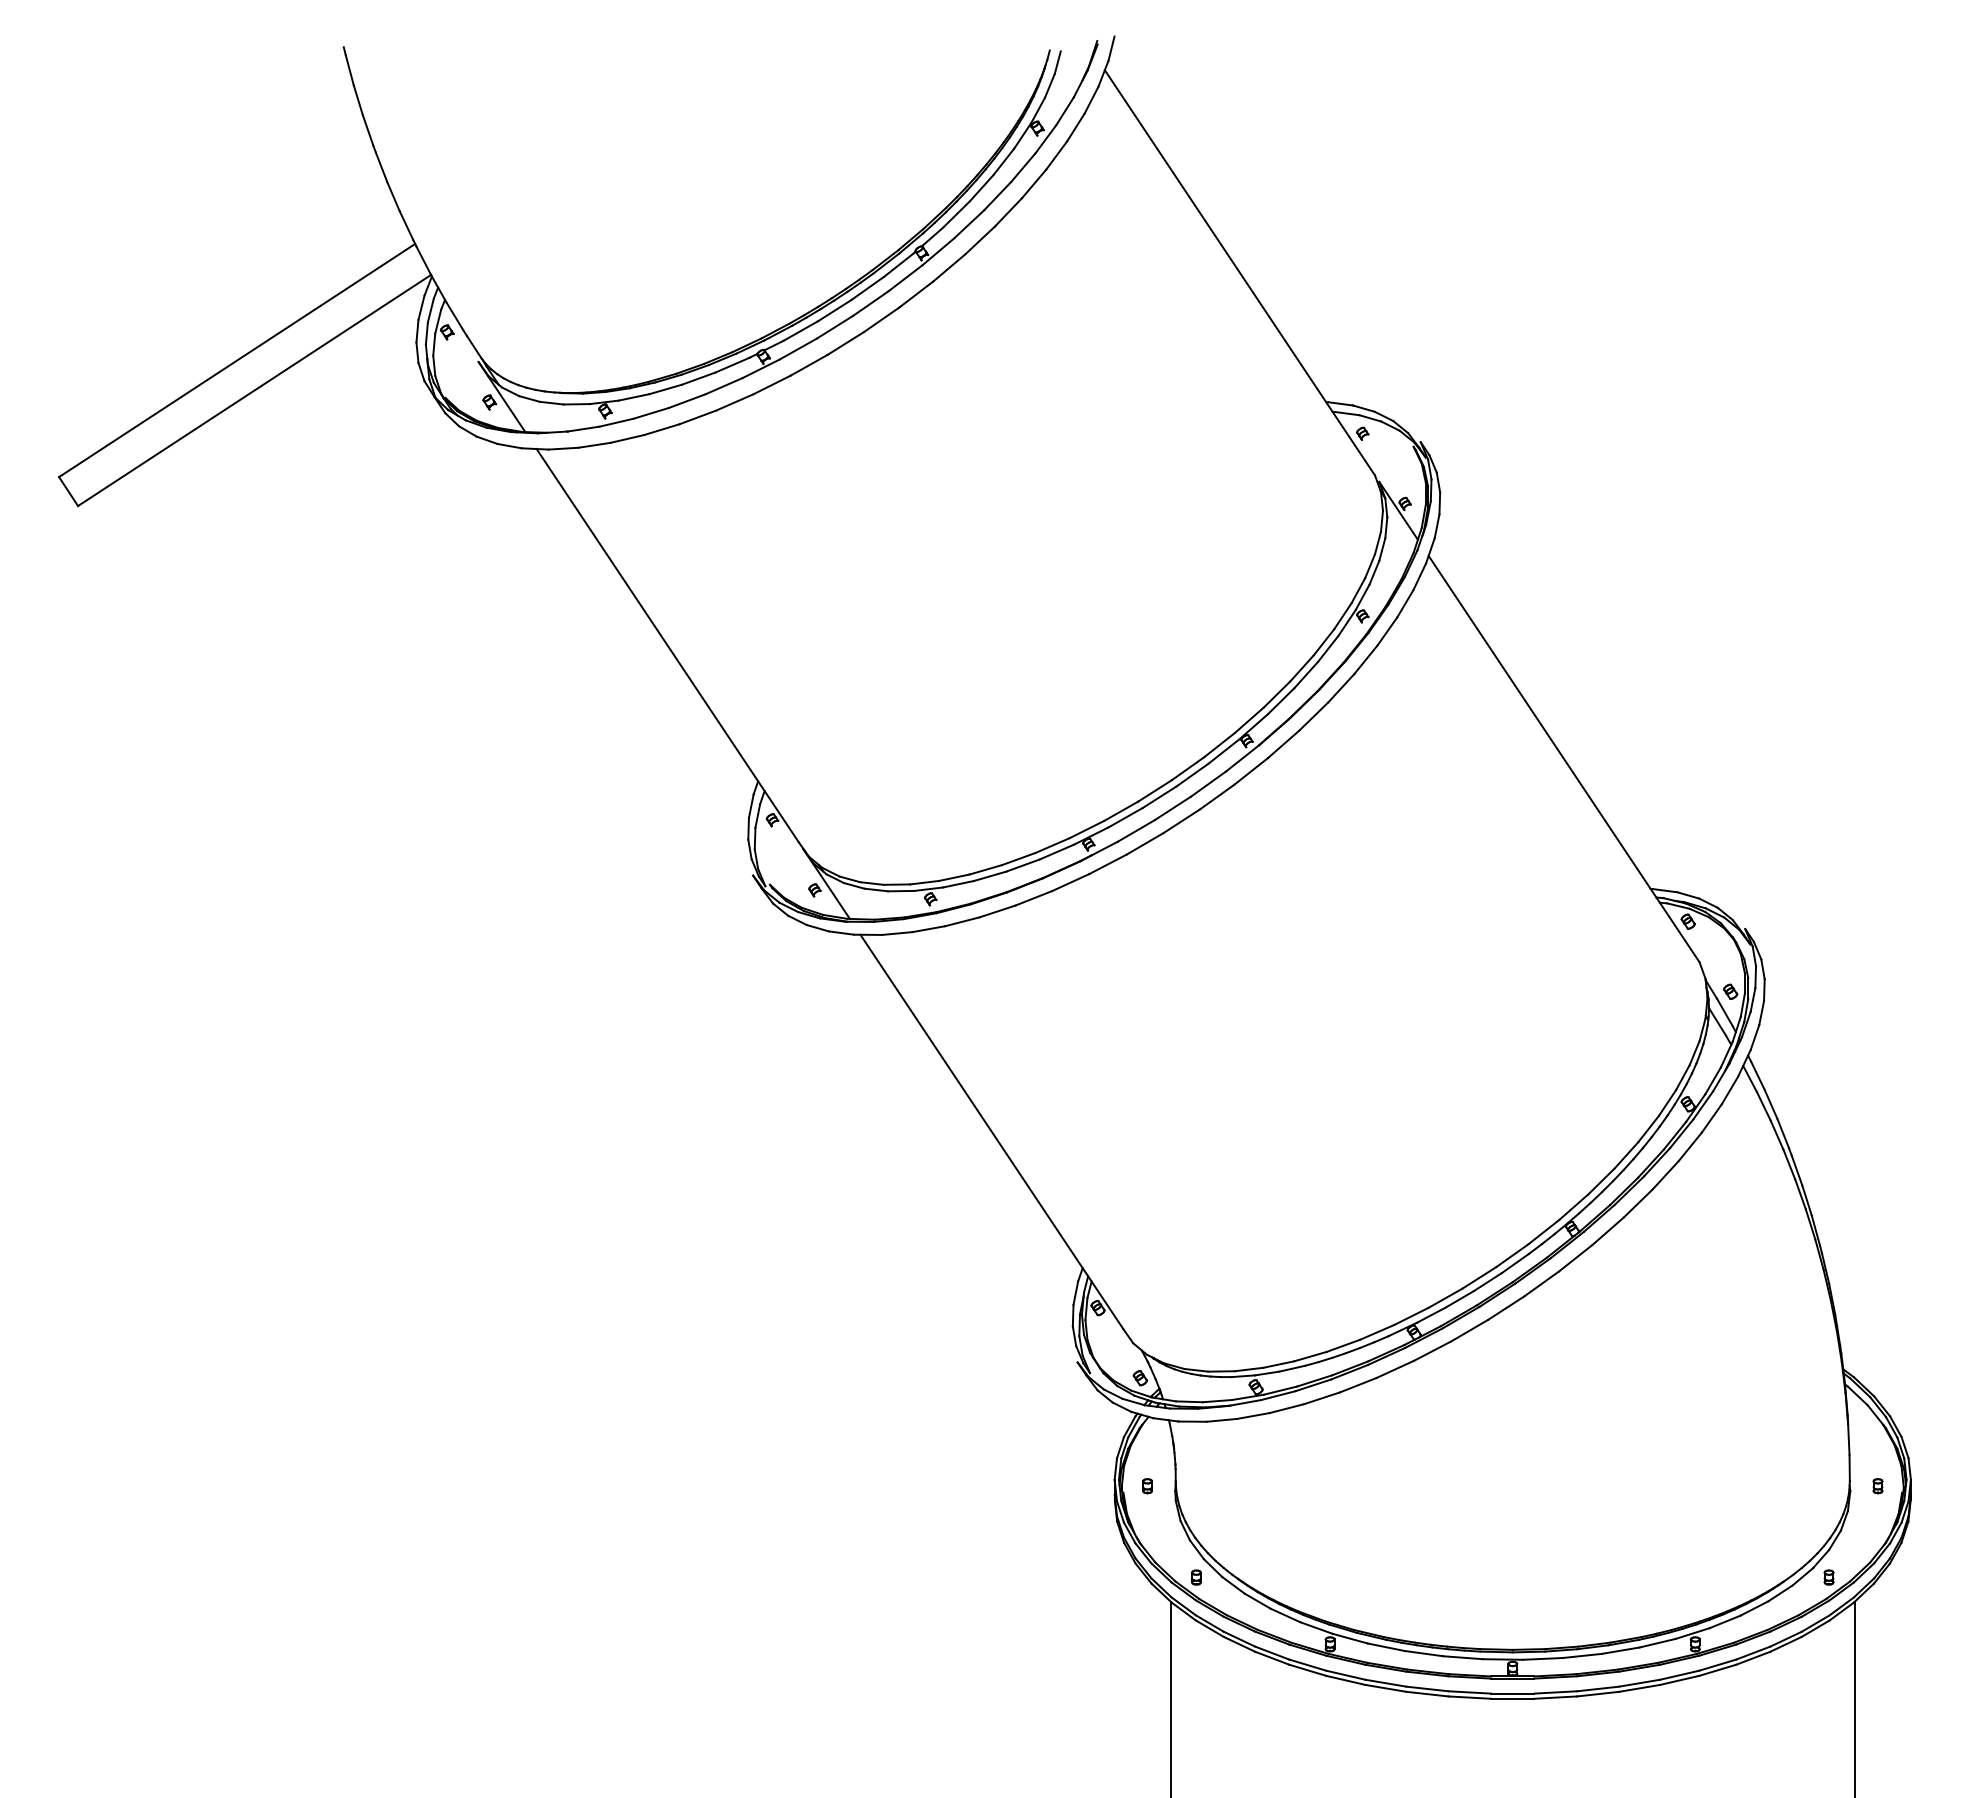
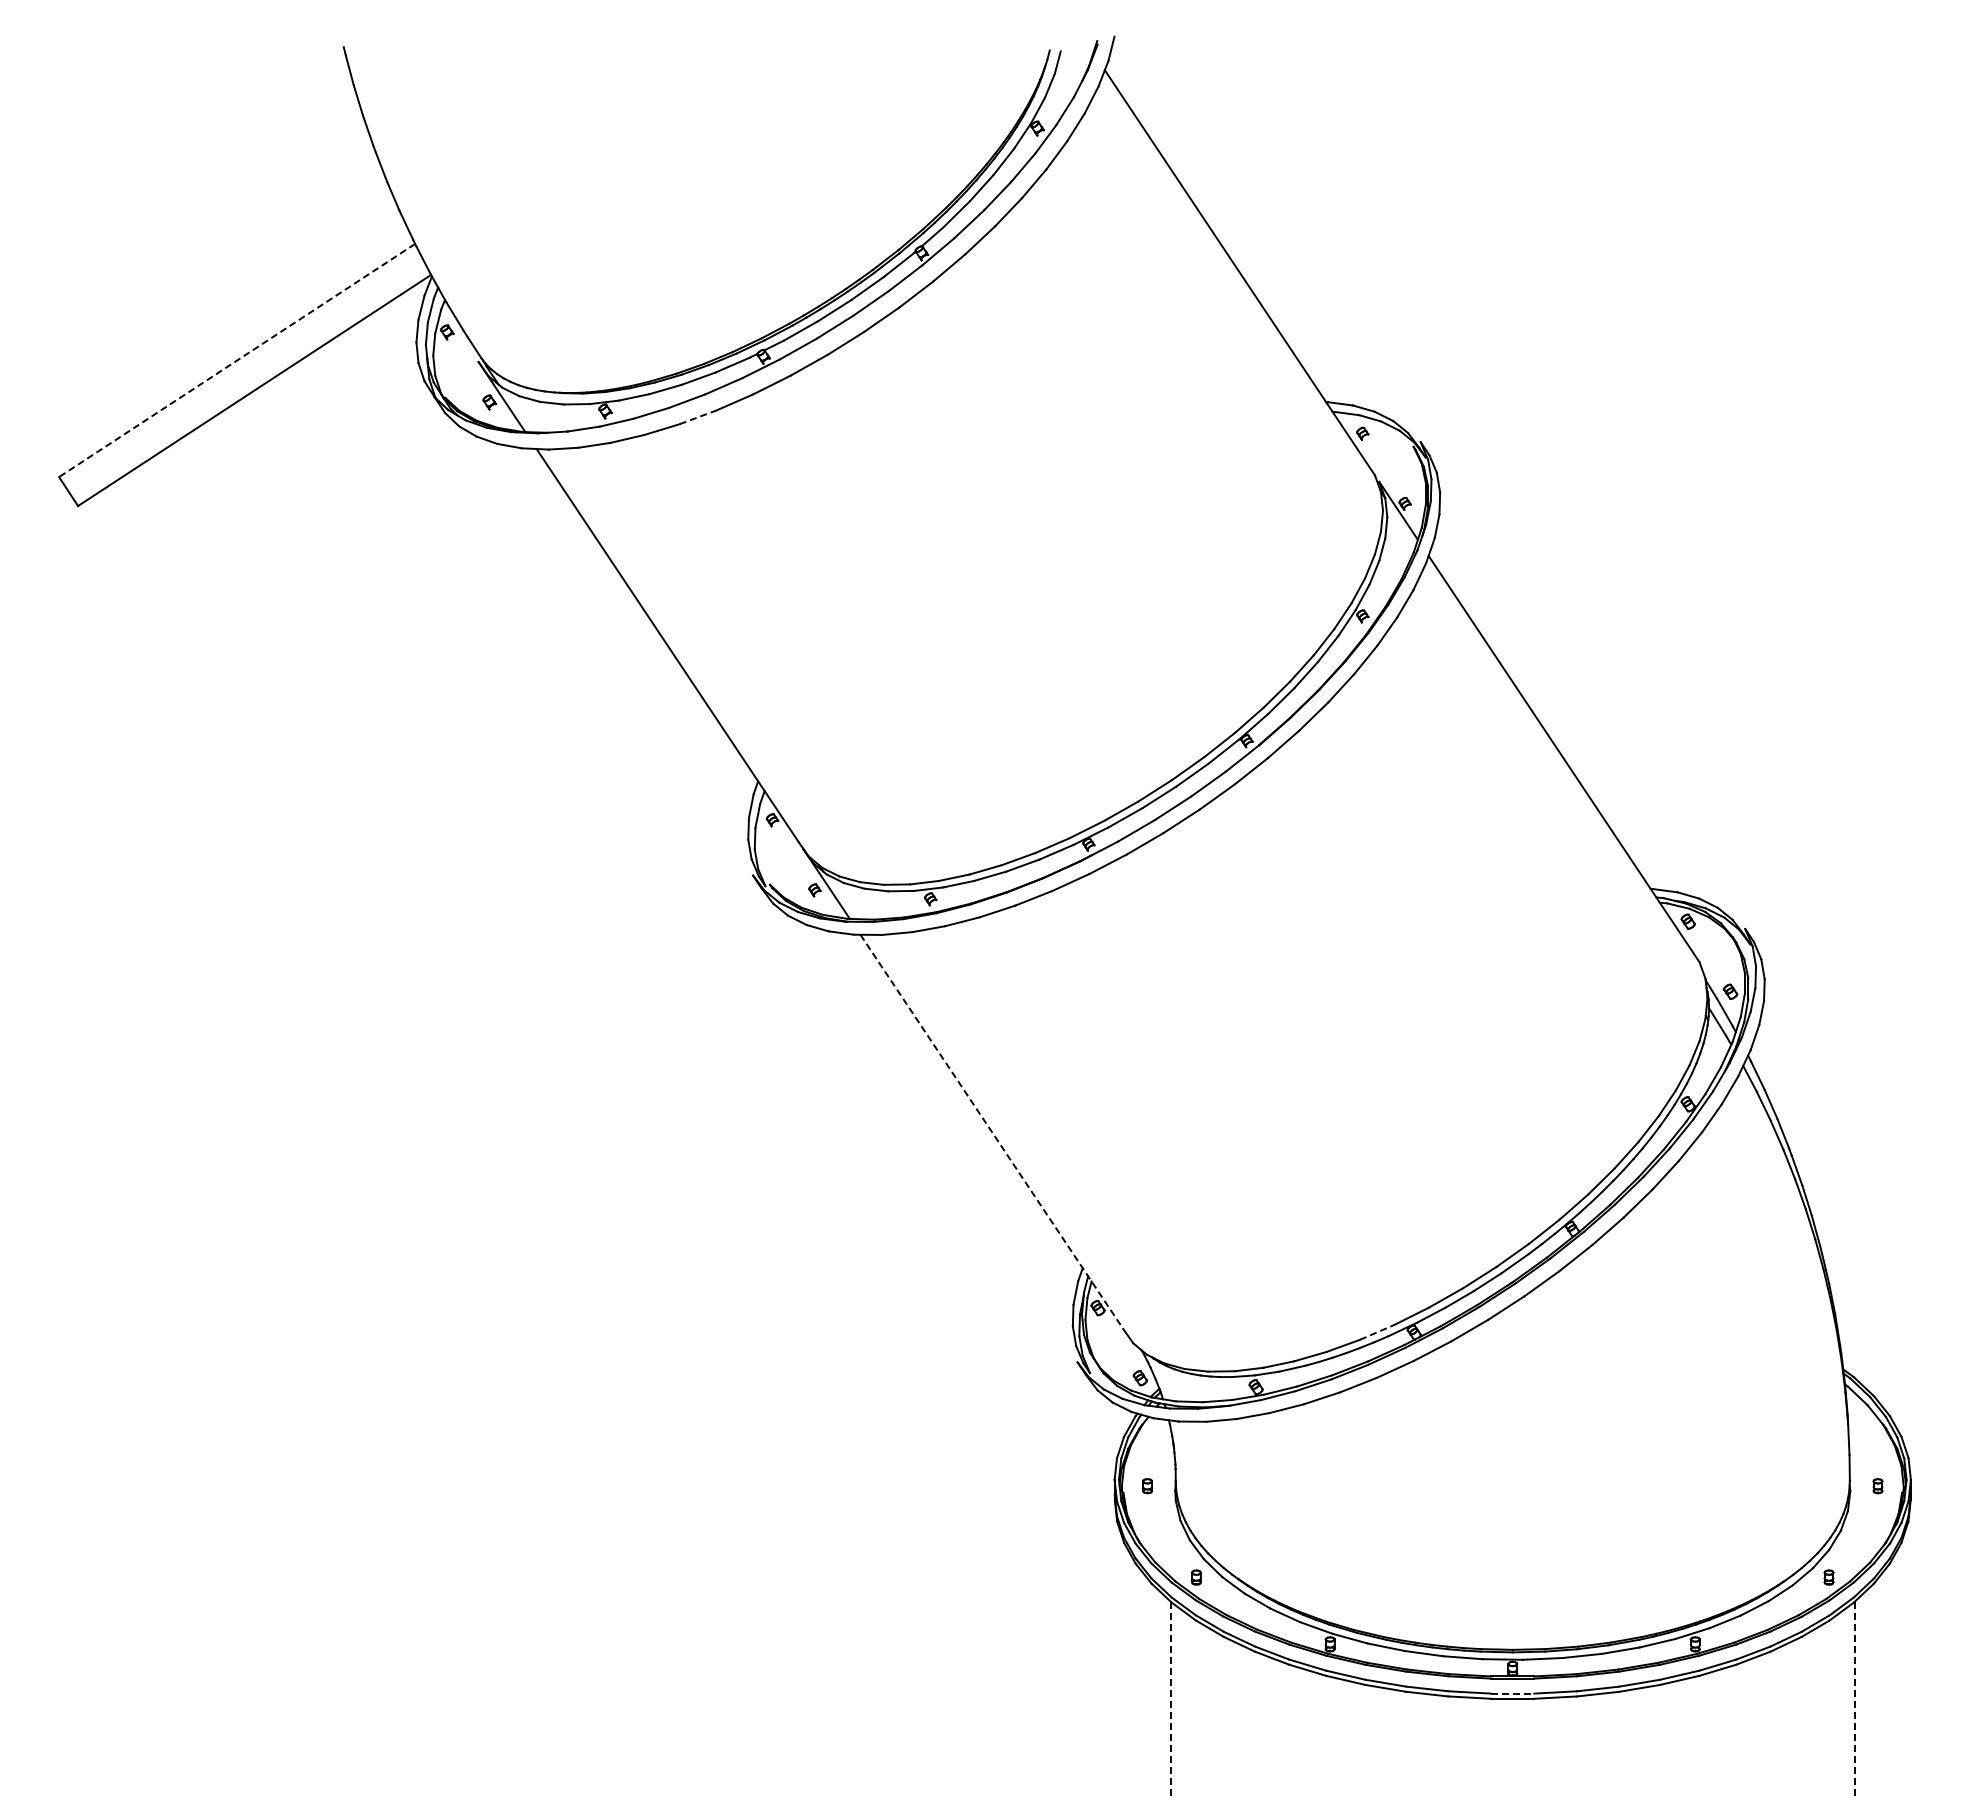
line at (237, 360): solid -> dashed
line at (698, 417): solid -> dashed
line at (992, 1132): solid -> dashed
line at (1377, 1332): solid -> dashed
line at (1512, 1693): solid -> dashed
line at (1170, 1699): solid -> dashed
line at (1854, 1699): solid -> dashed
